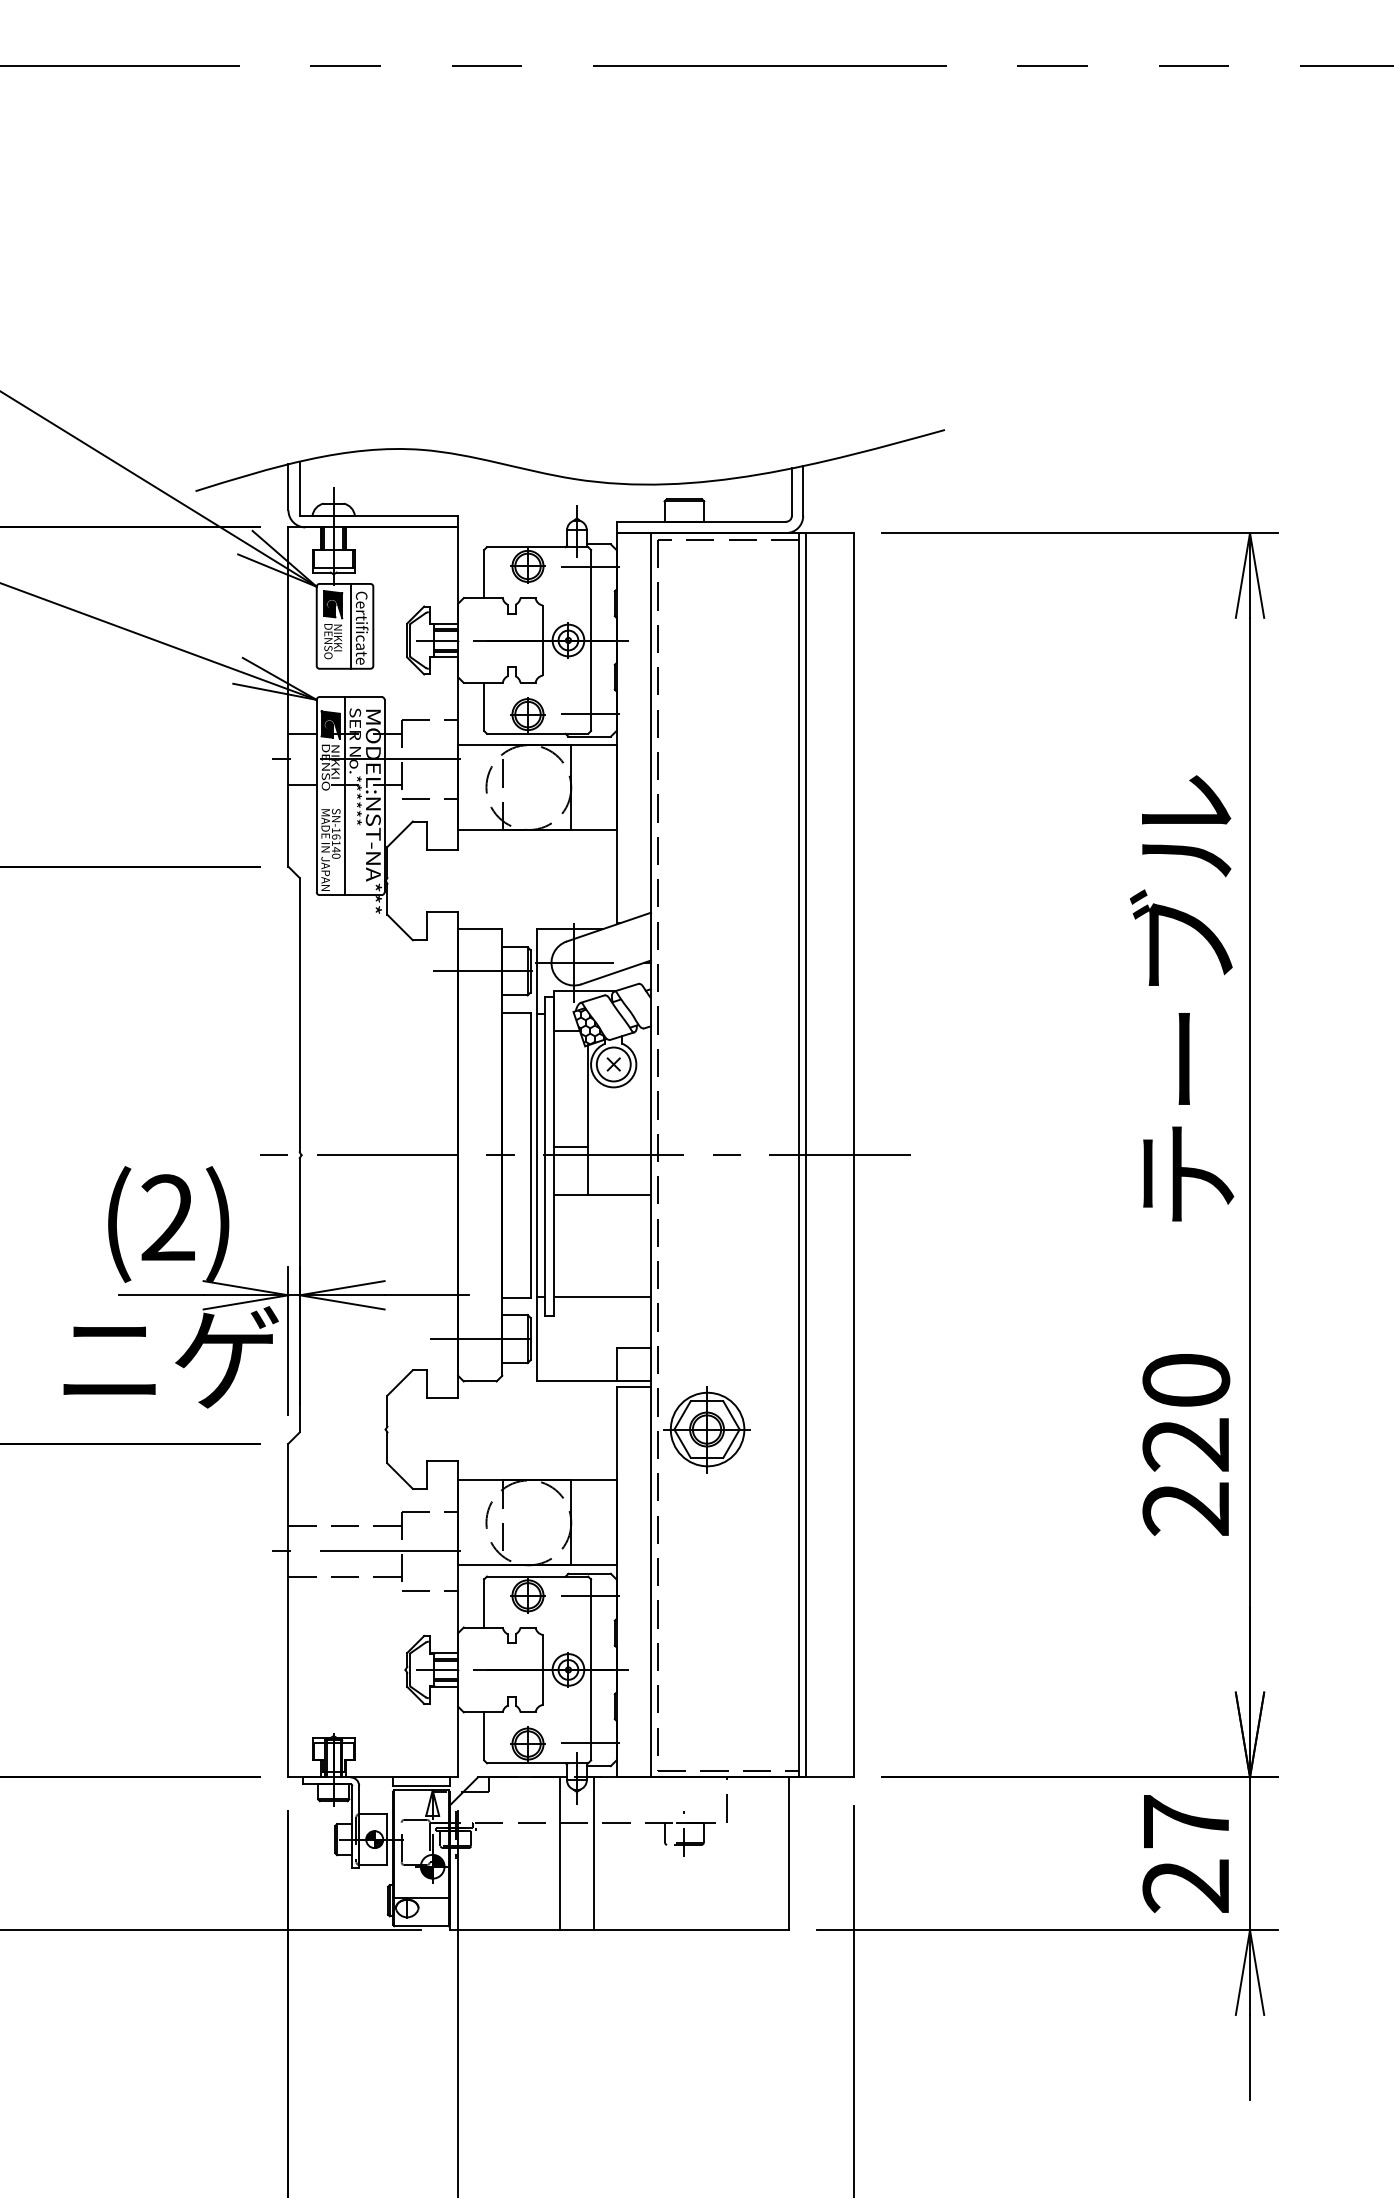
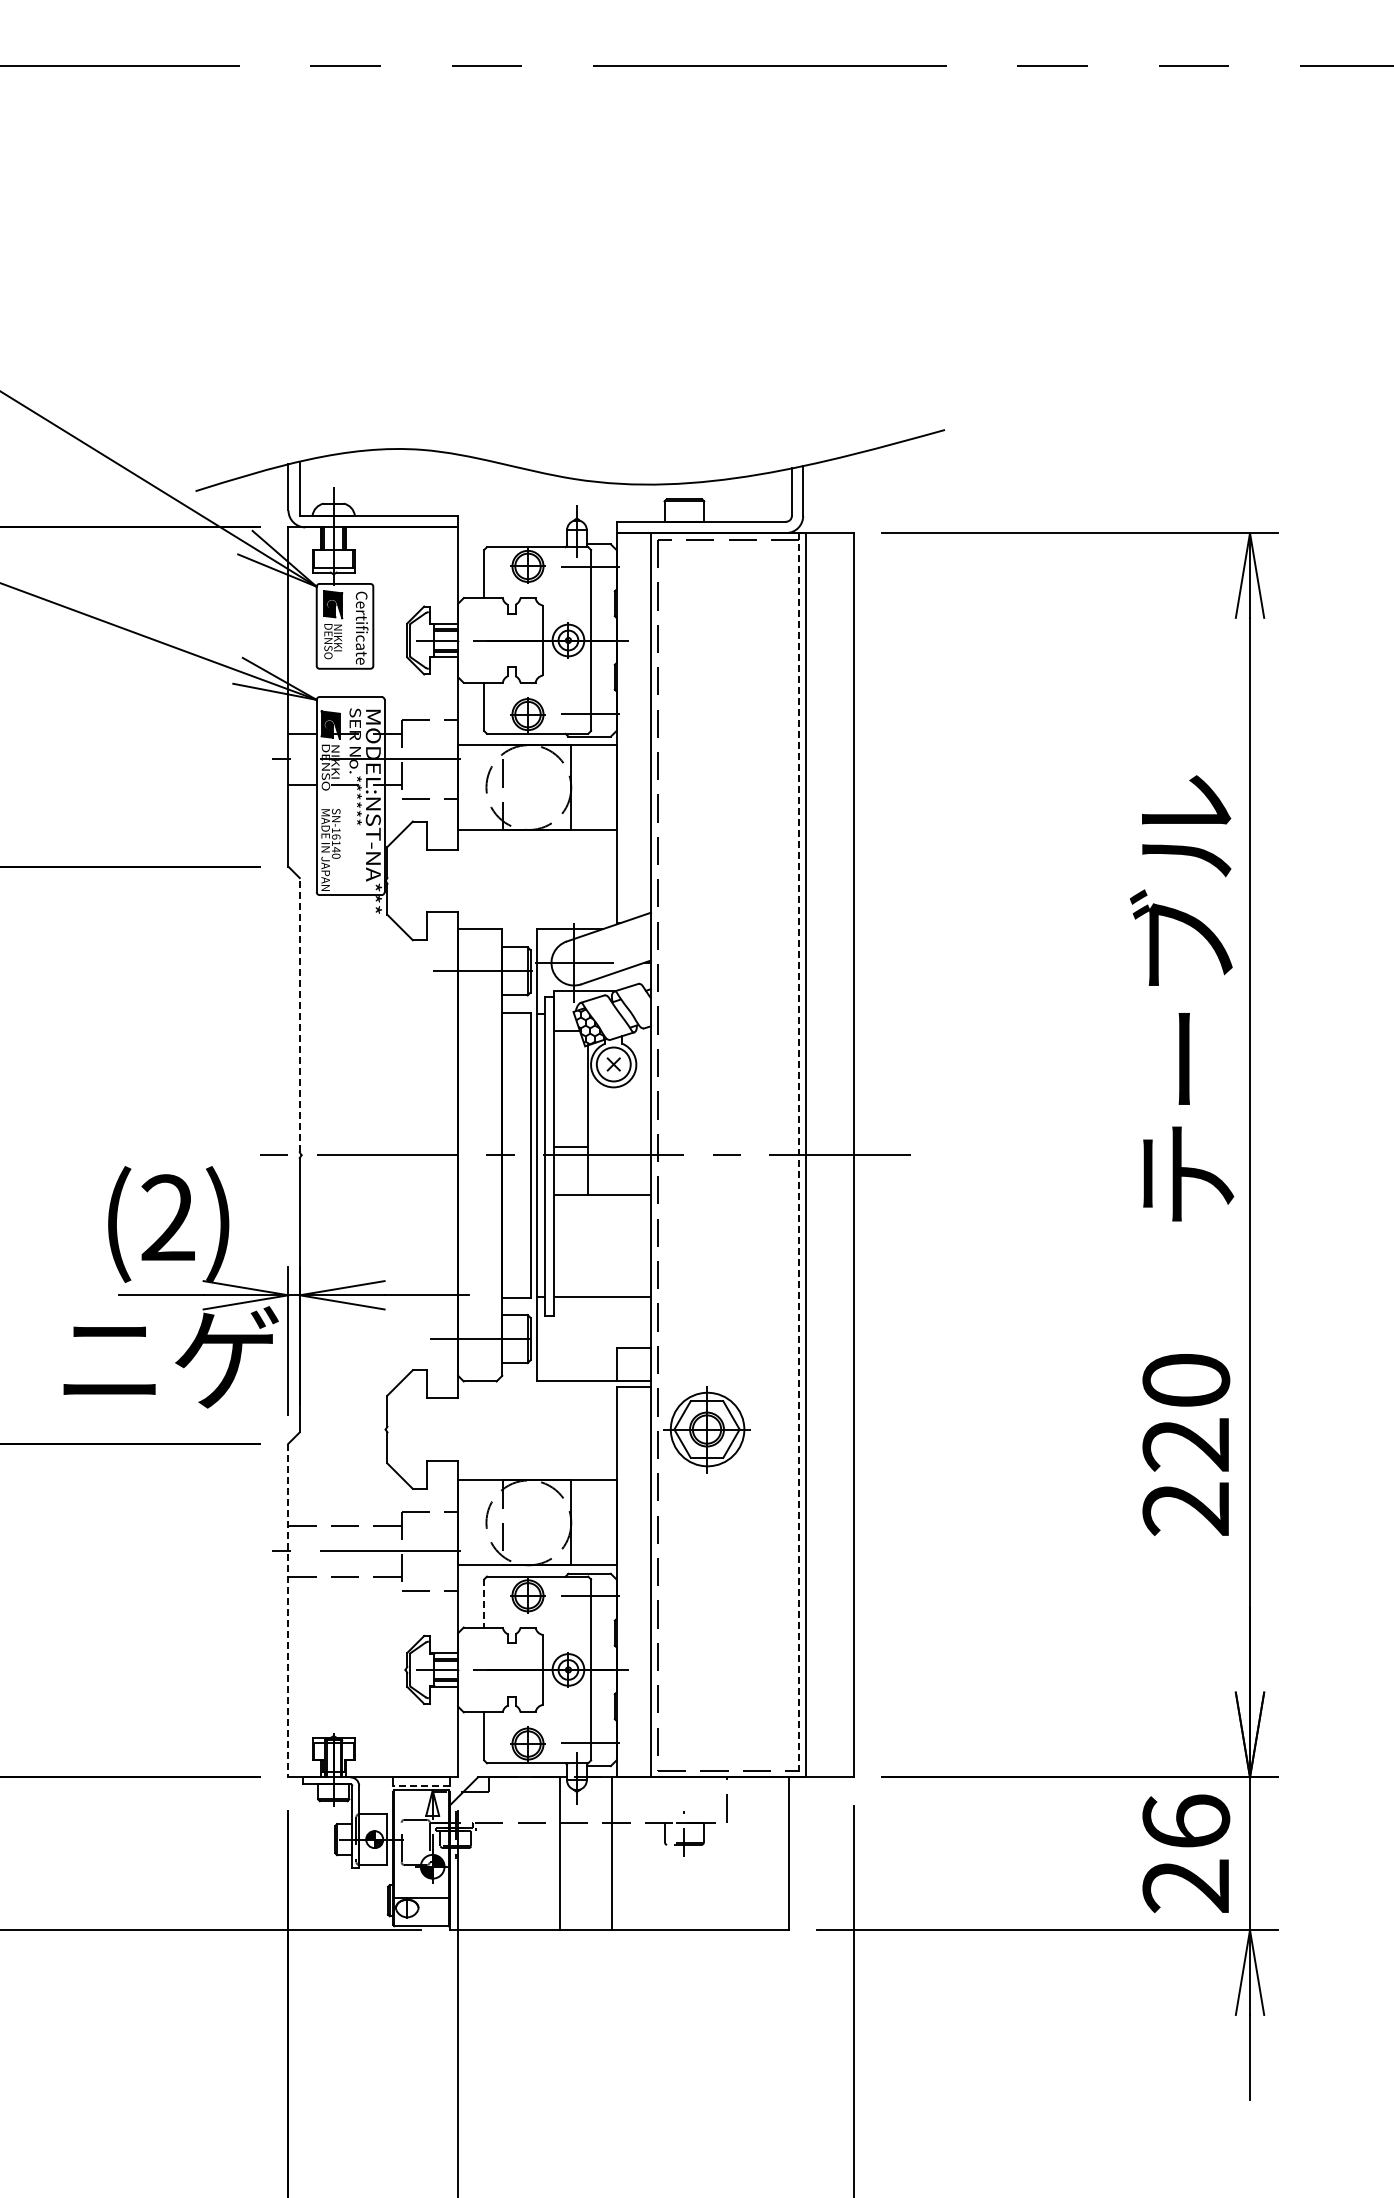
line at (350, 625): present -> none
line at (345, 796): present -> none
line at (299, 1014): solid -> dashed
line at (799, 1155): solid -> dashed
line at (484, 1603): solid -> dashed
line at (288, 1610): solid -> dashed
line at (420, 1785): solid -> dashed
text at (1186, 1821): 27 -> 26
line at (593, 1853) position: (593, 1853) -> (611, 1853)
